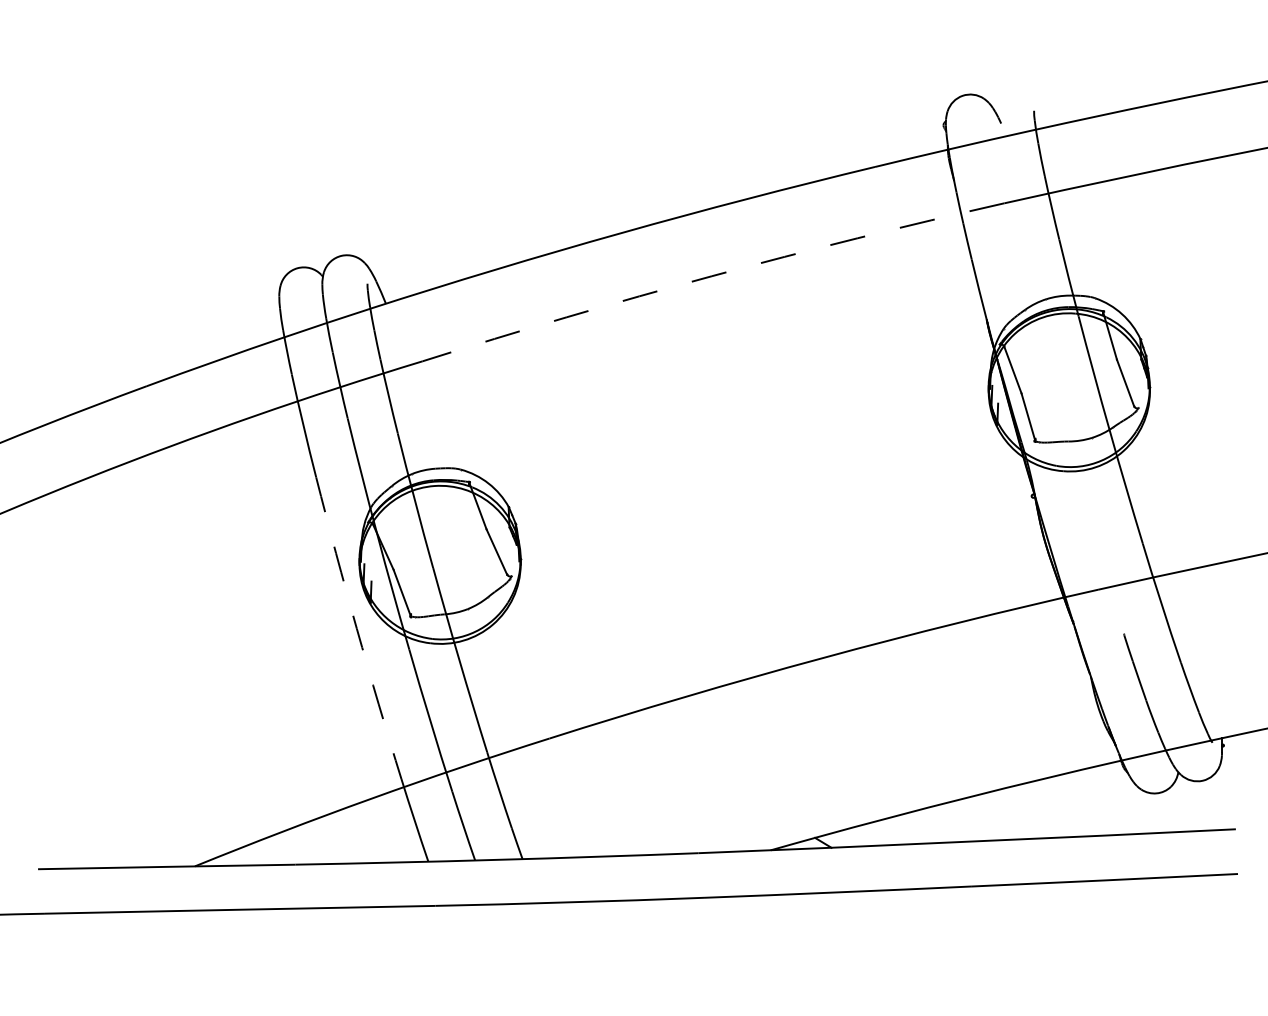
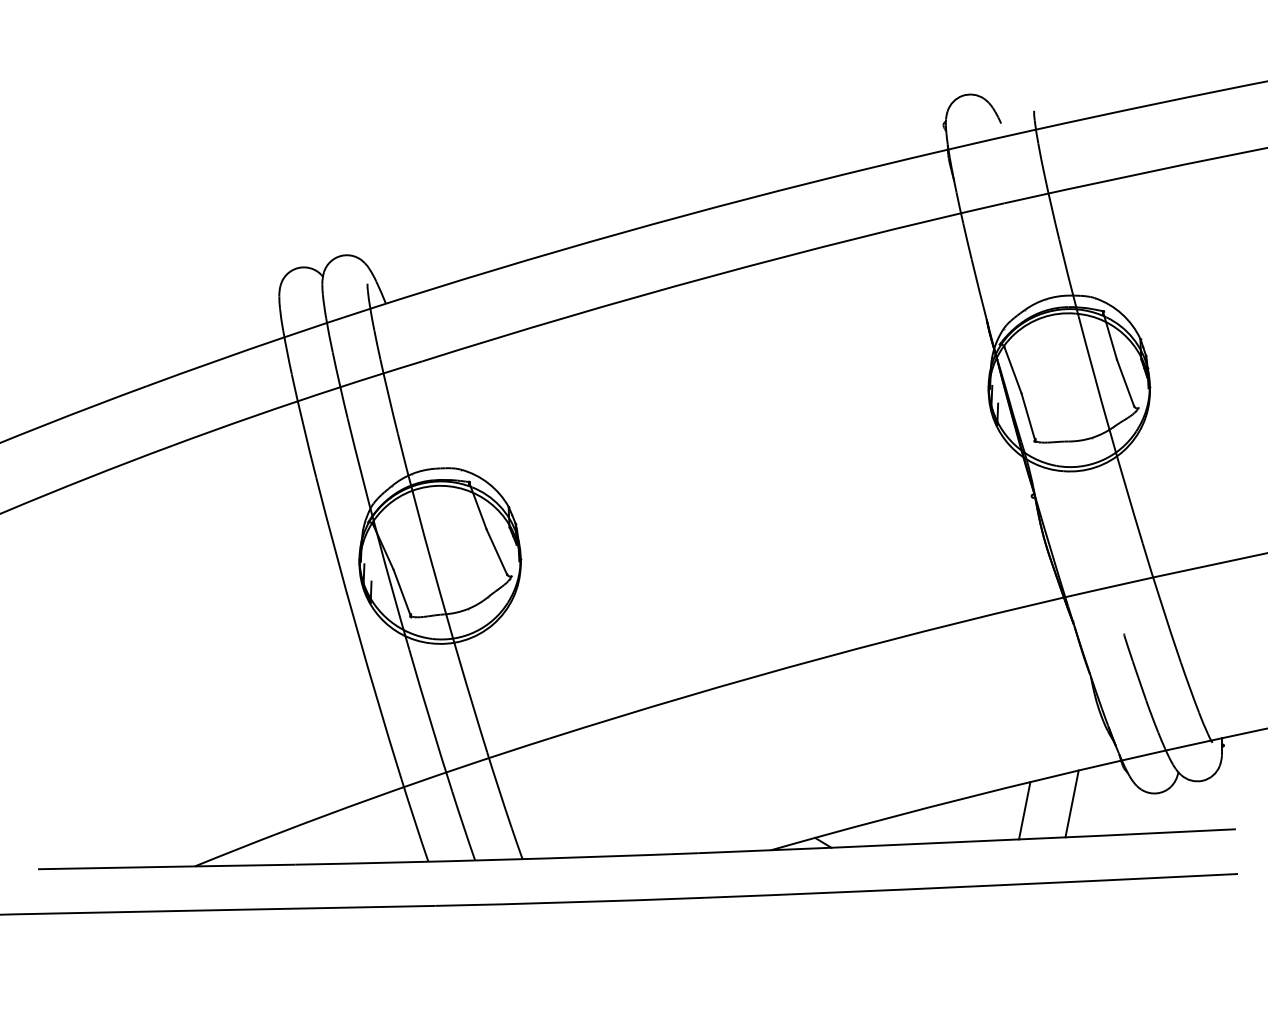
arc at (711, 276): dashed -> solid
arc at (356, 628): dashed -> solid
line at (1071, 803): none -> present
line at (1024, 810): none -> present
